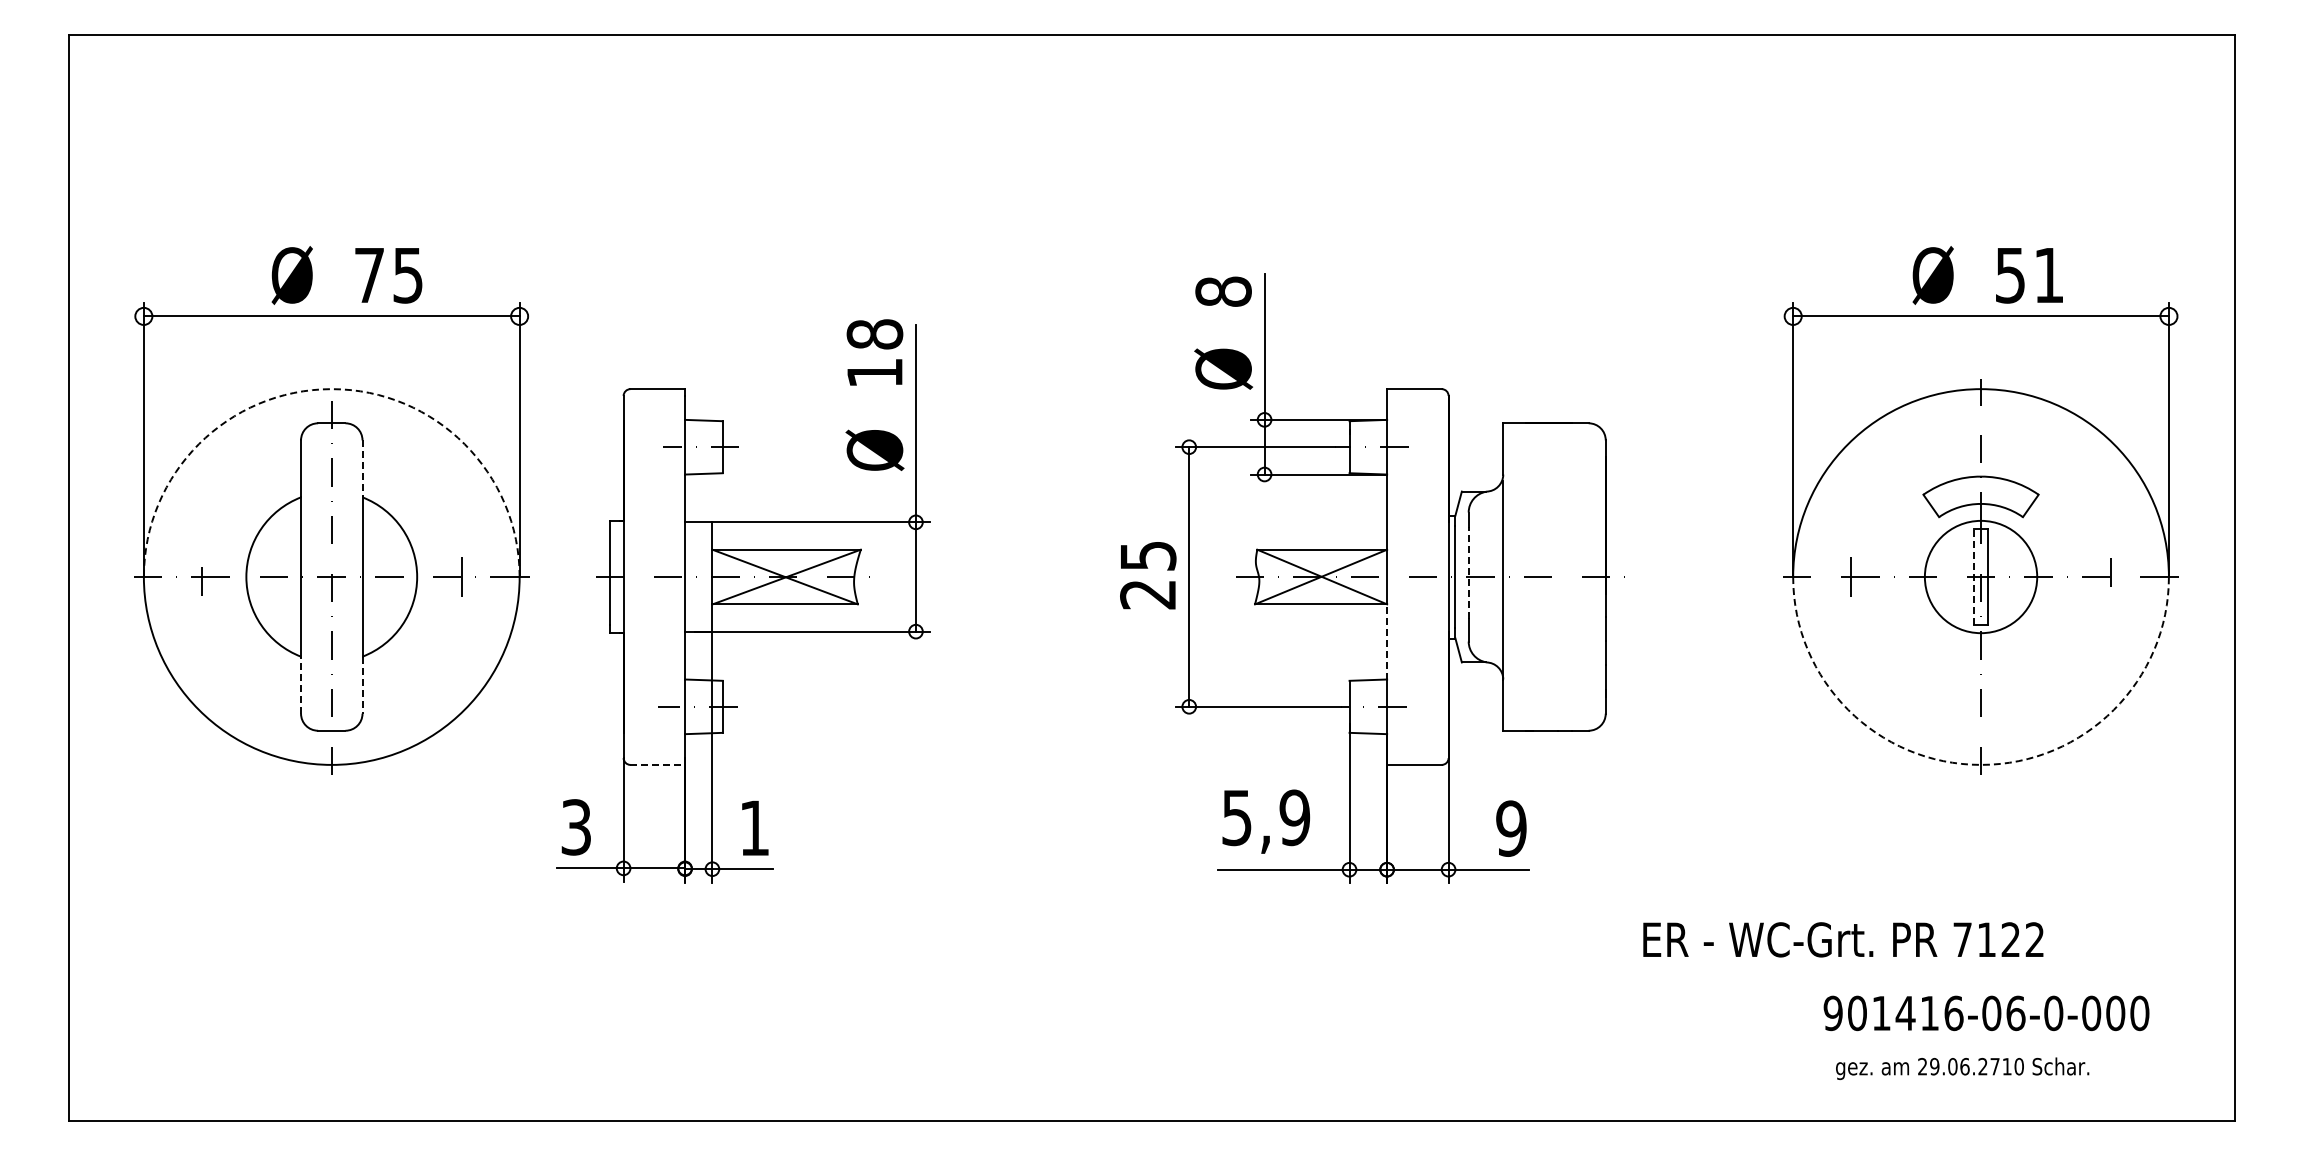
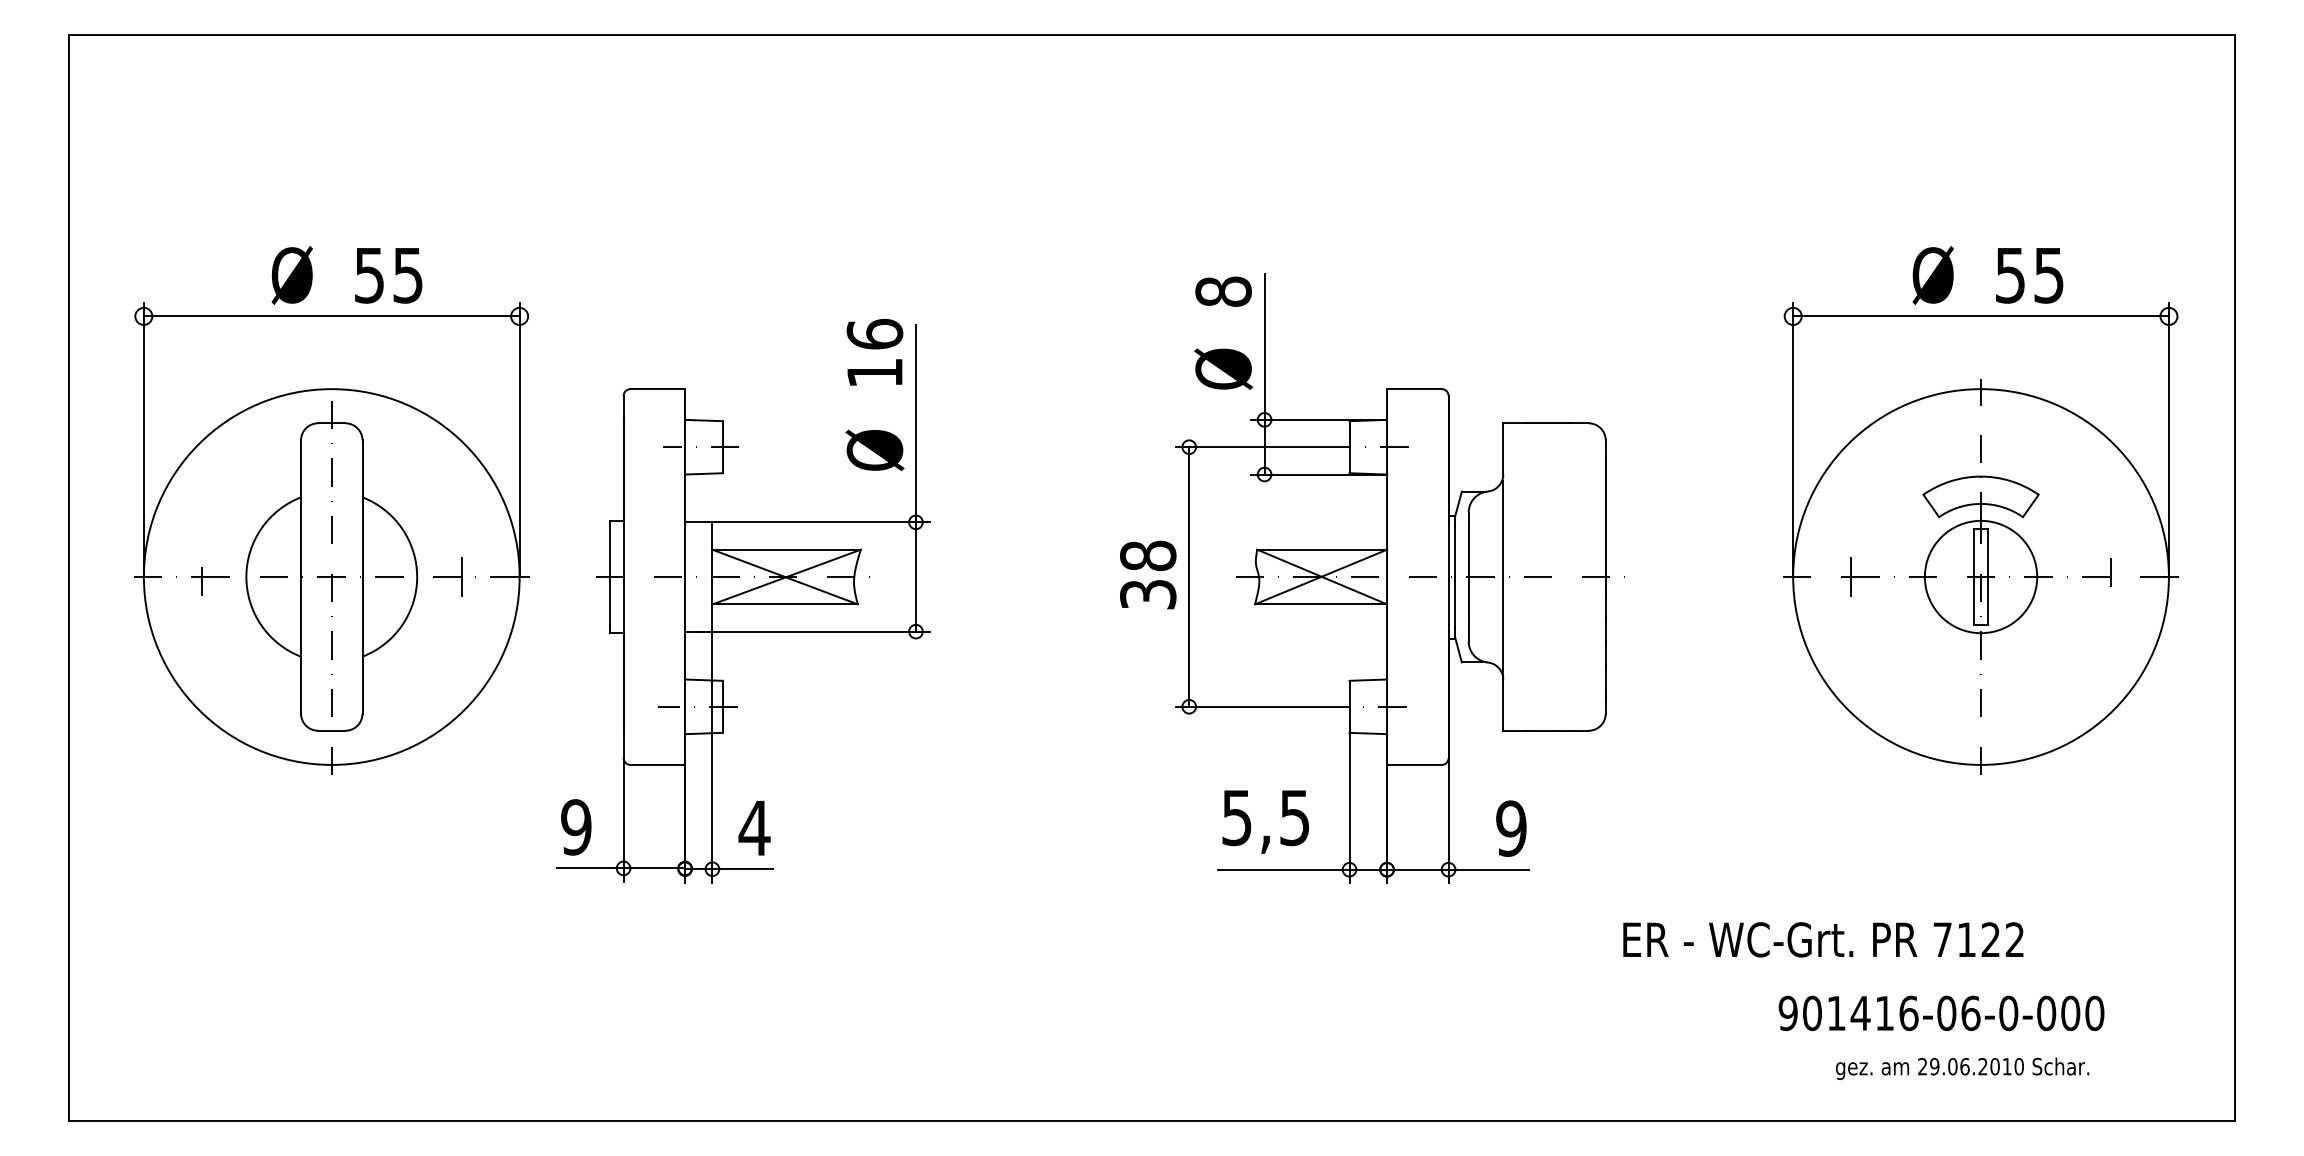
text at (369, 275): 75 -> 55
text at (2048, 275): 51 -> 55
text at (874, 333): 18 -> 16
arc at (331, 389): dashed -> solid
line at (362, 469): dashed -> solid
line at (1468, 573): dashed -> solid
text at (1148, 574): 25 -> 38
line at (1974, 577): dashed -> solid
line at (1387, 641): dashed -> solid
line at (301, 684): dashed -> solid
line at (362, 685): dashed -> solid
line at (658, 764): dashed -> solid
arc at (1981, 764): dashed -> solid
text at (1294, 817): 5,9 -> 5,5
text at (576, 827): 3 -> 9
text at (754, 827): 1 -> 4
text at (1843, 939) position: (1843, 939) -> (1823, 939)
text at (1986, 1013) position: (1986, 1013) -> (1941, 1013)
text at (1994, 1066): 29.06.2710 -> 29.06.2010
